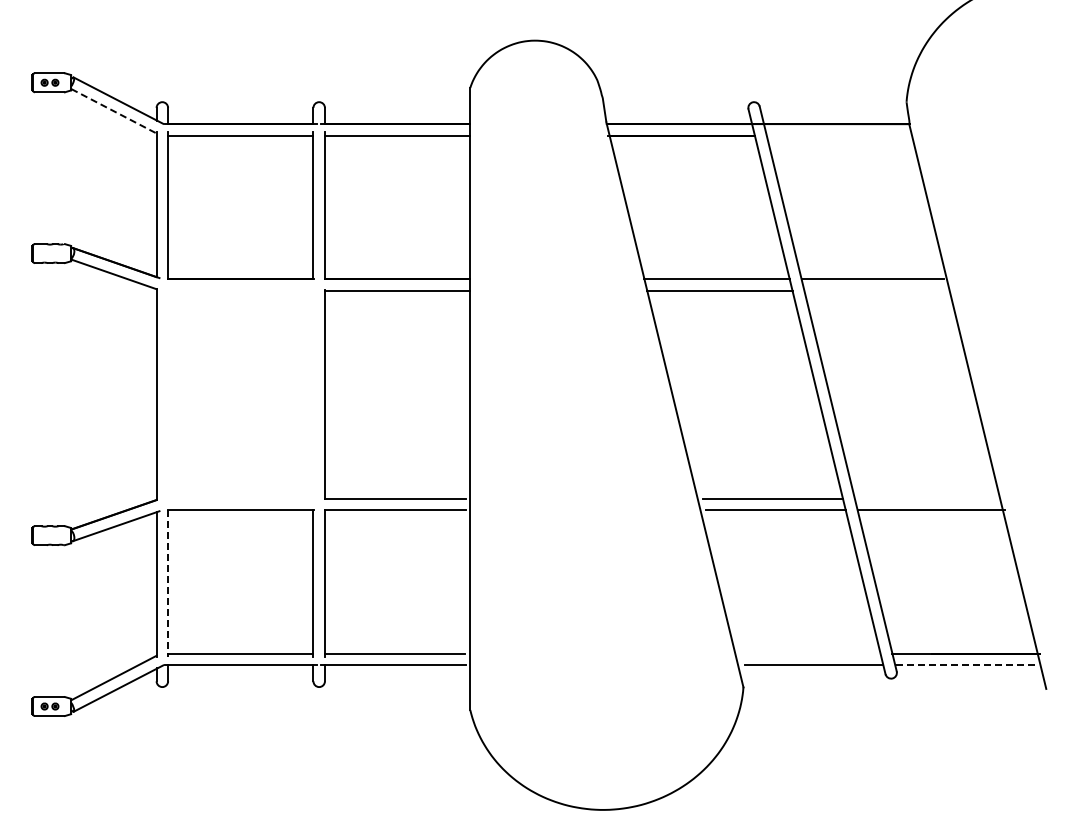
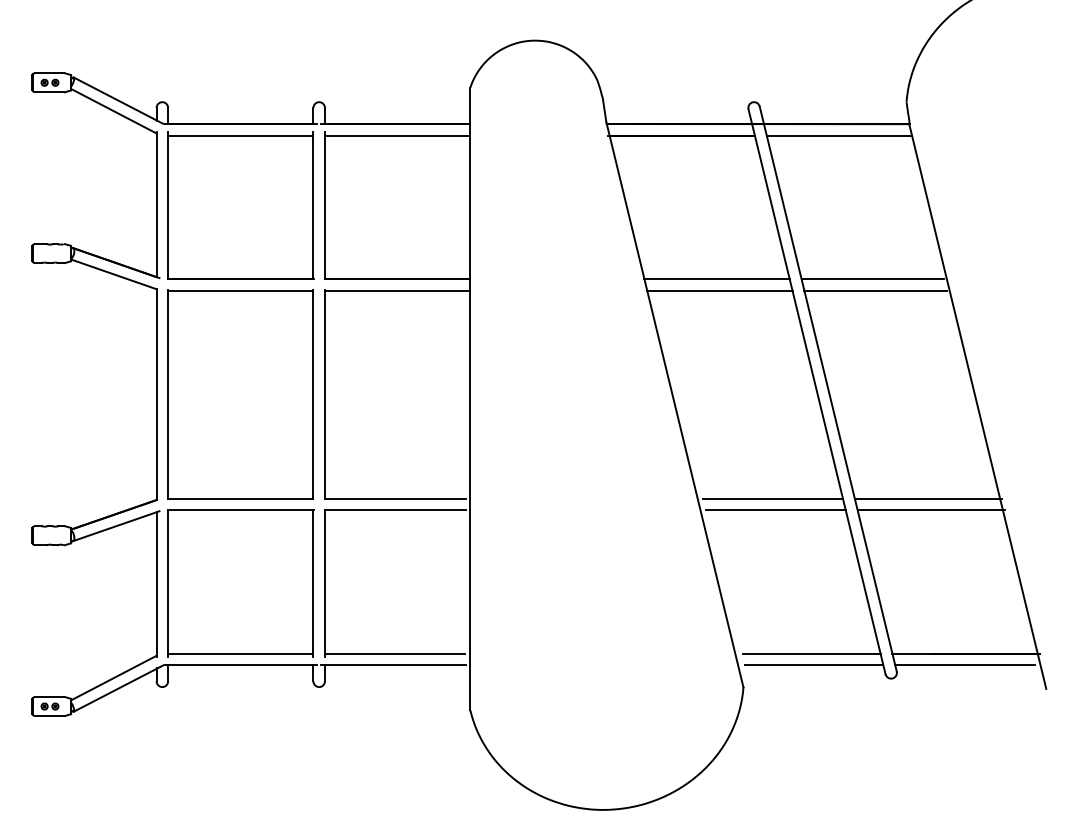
line at (114, 111): dashed -> solid
line at (838, 135): none -> present
line at (875, 290): none -> present
part at (240, 394): none -> present
line at (927, 498): none -> present
line at (168, 583): dashed -> solid
line at (811, 653): none -> present
line at (964, 665): dashed -> solid
